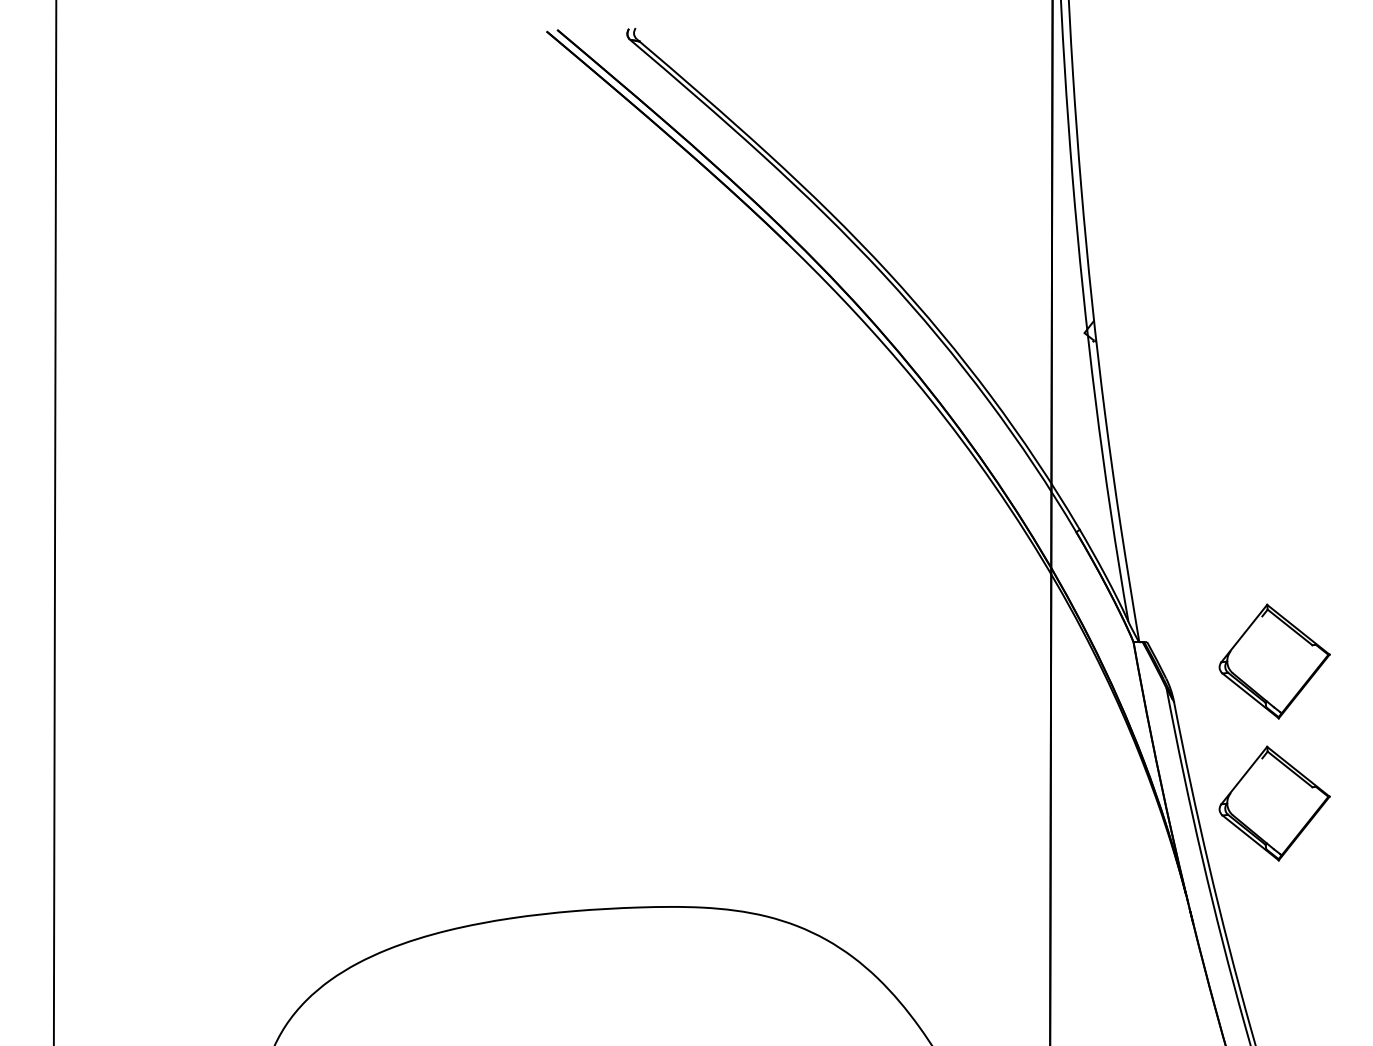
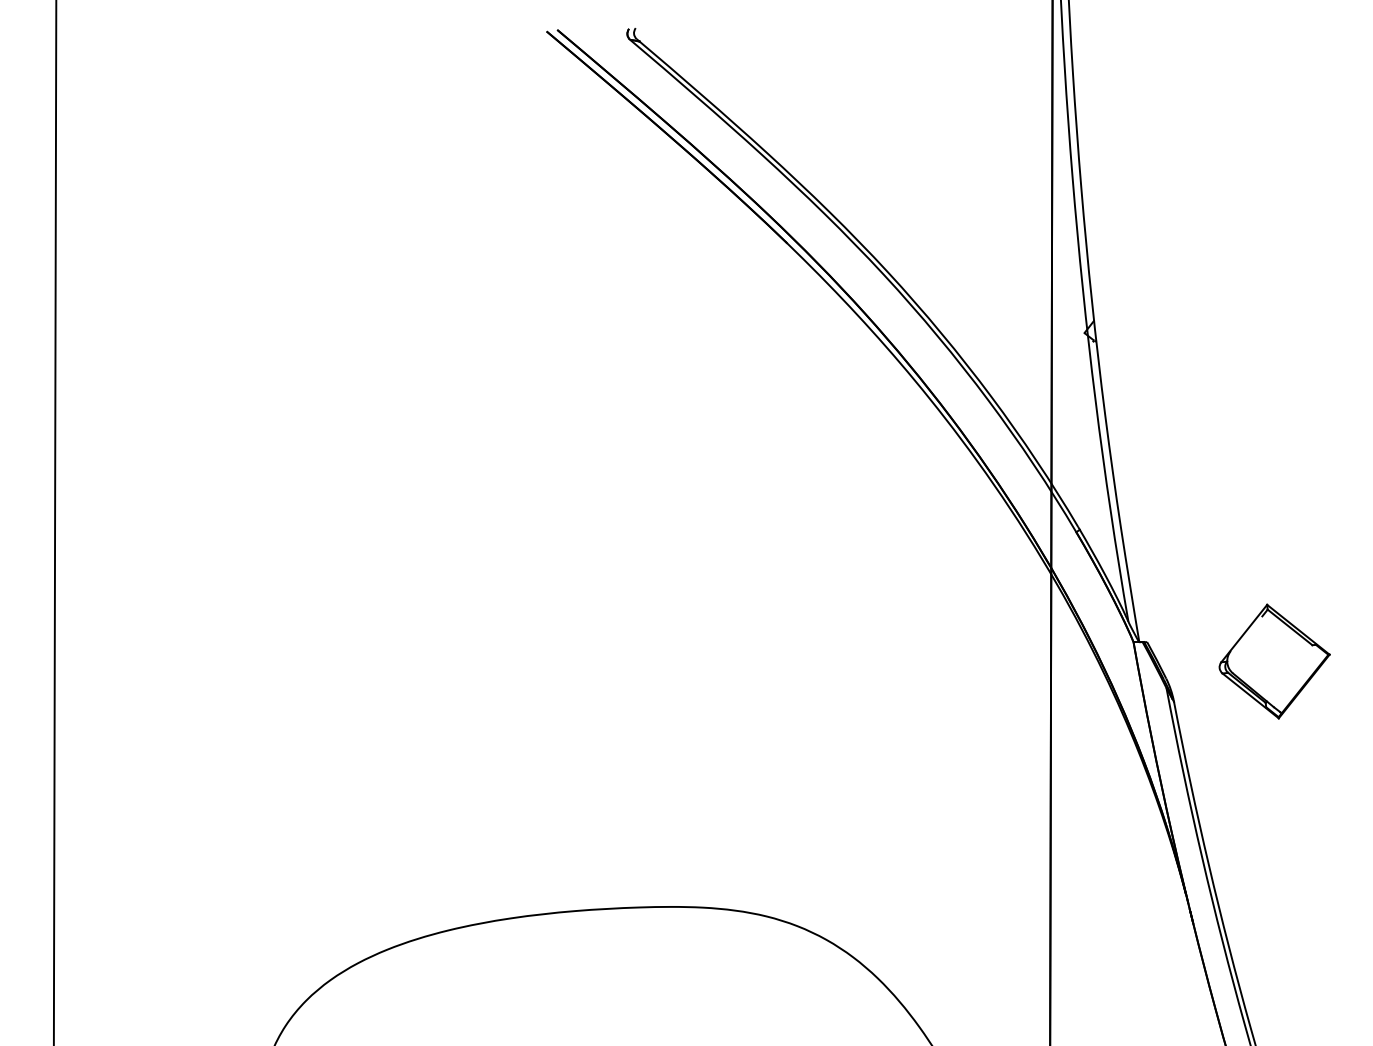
part at (1274, 803): present -> none
